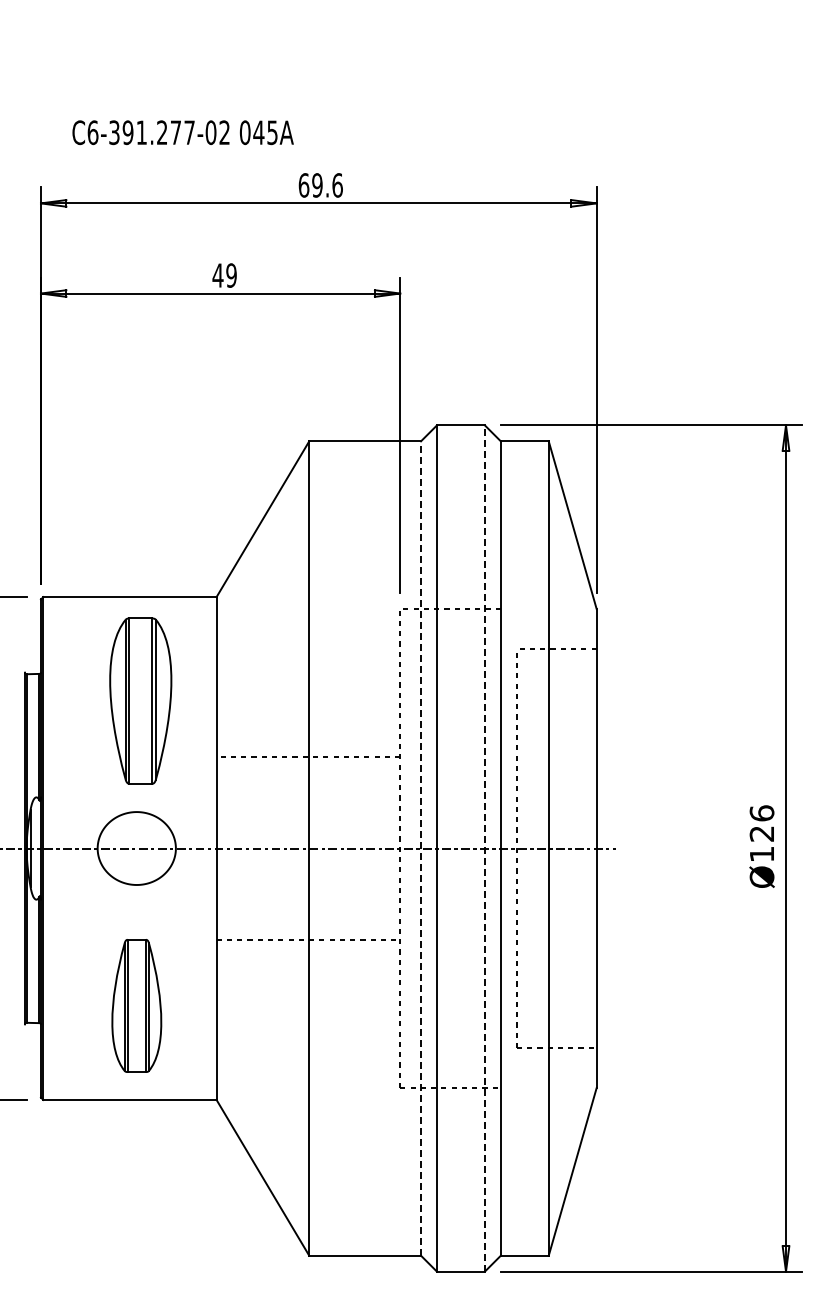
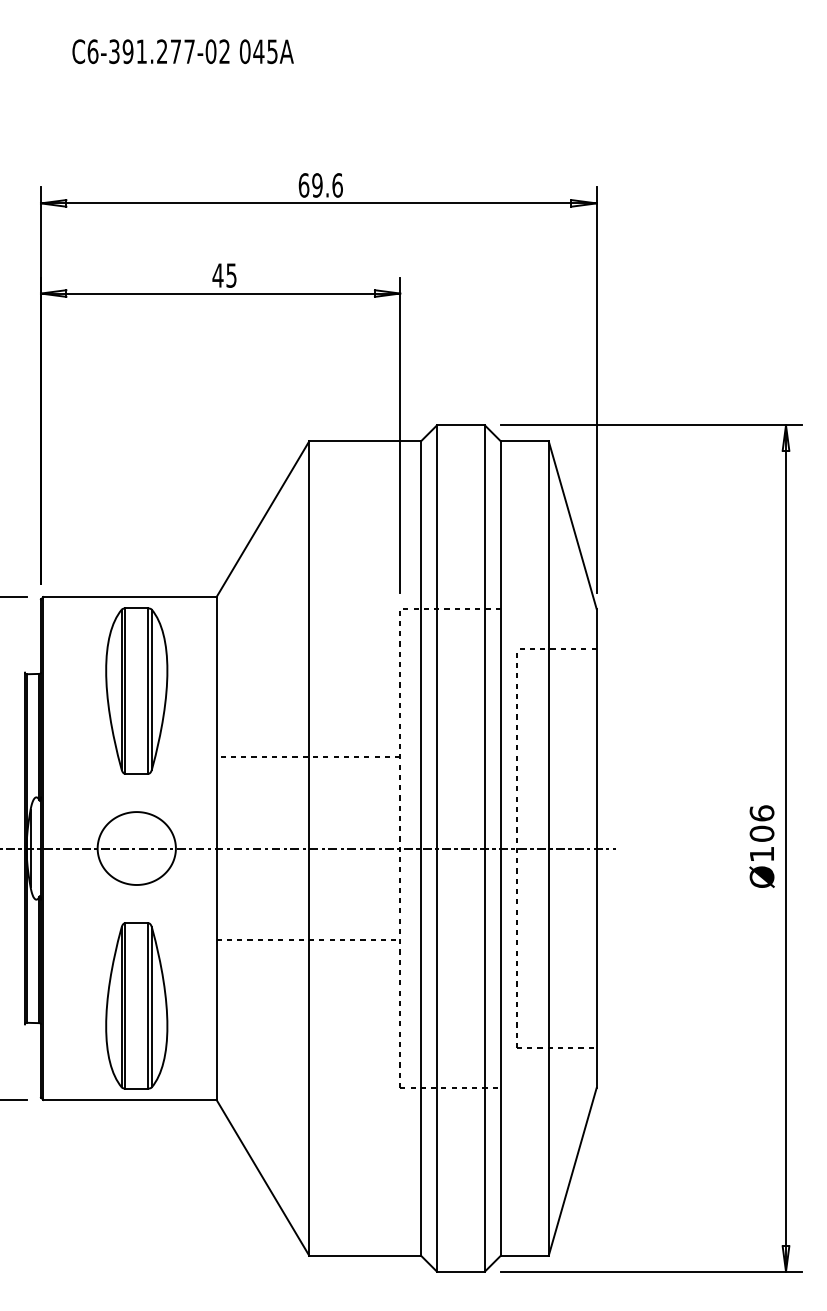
text at (182, 132) position: (182, 132) -> (182, 51)
text at (231, 275): 49 -> 45
part at (140, 700) position: (140, 700) -> (136, 690)
text at (761, 833): Ø126 -> Ø106
line at (421, 848): dashed -> solid
line at (484, 848): dashed -> solid
part at (136, 1005) size: 52x134 px -> 64x168 px
